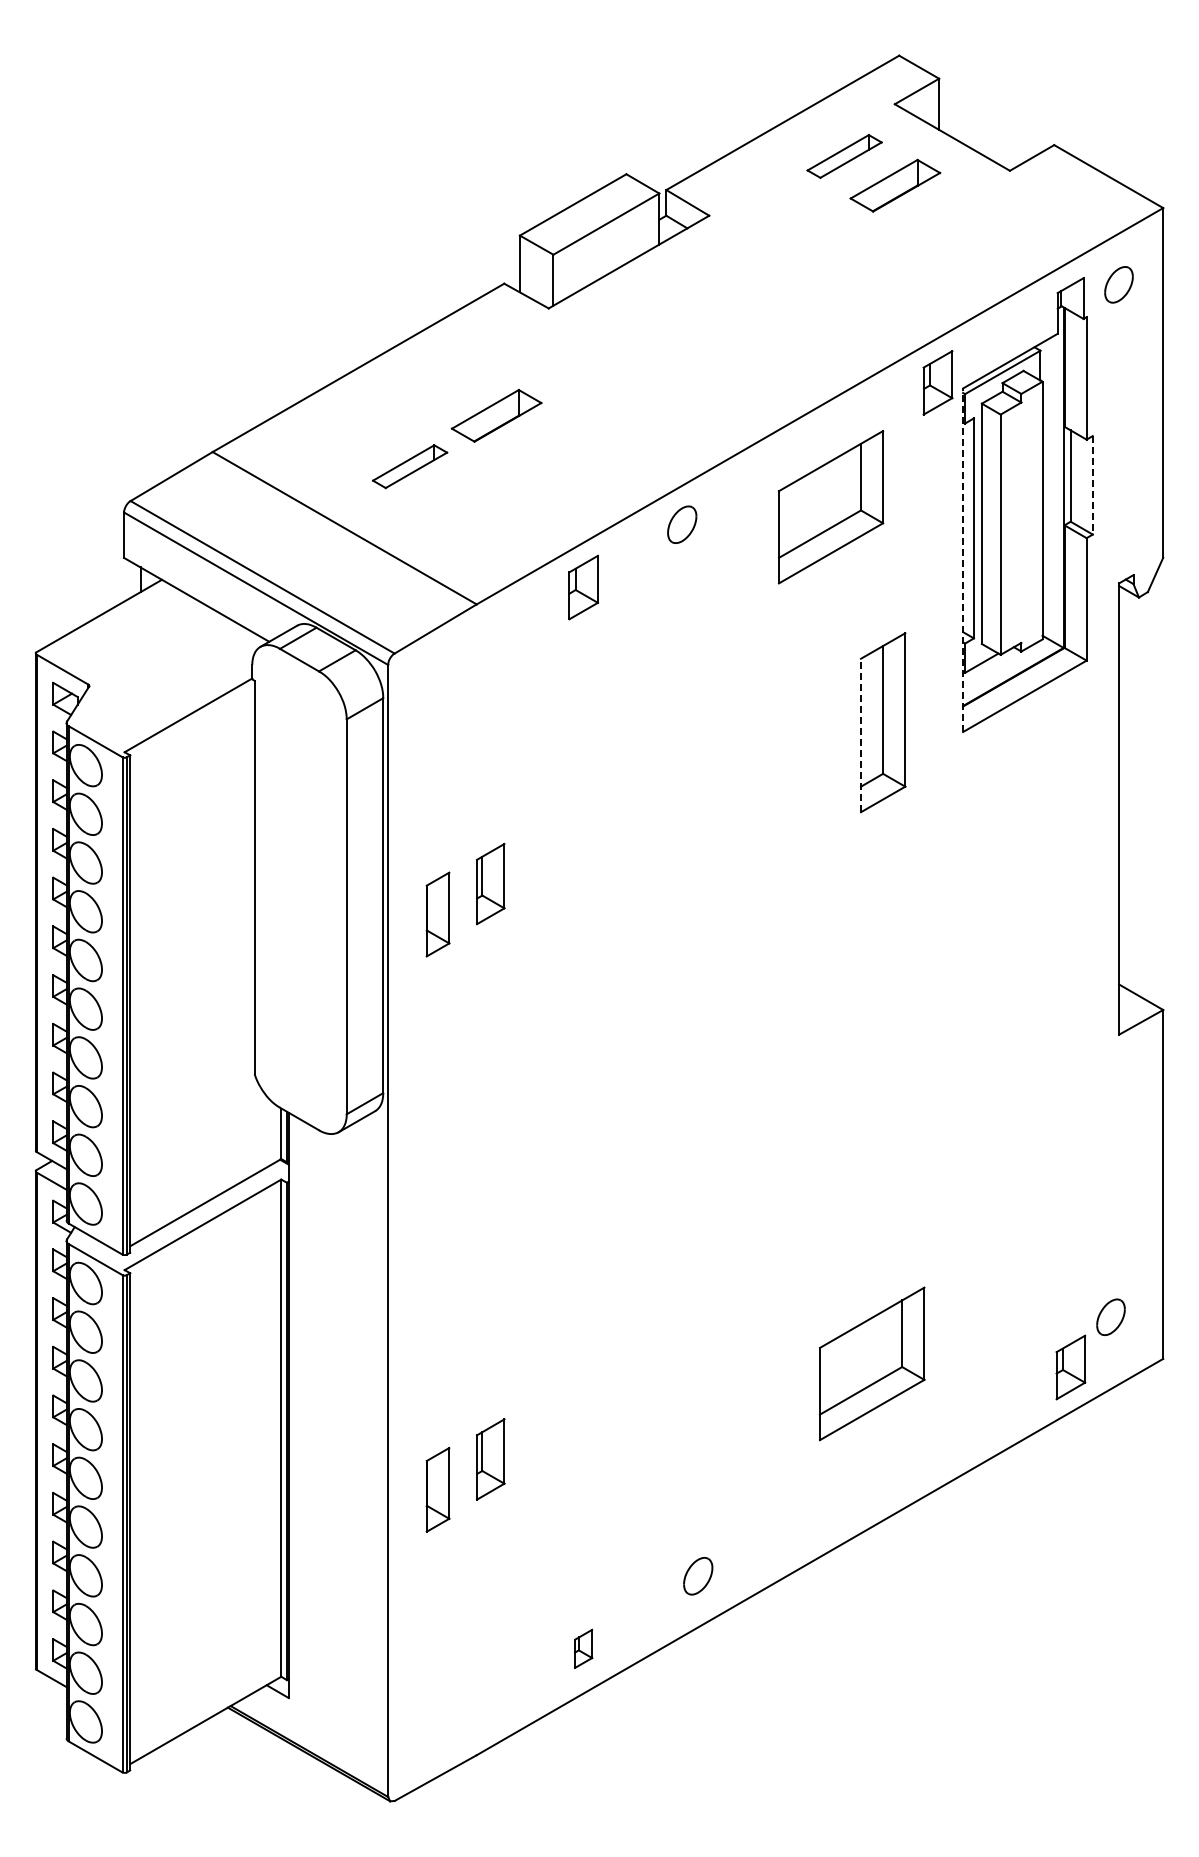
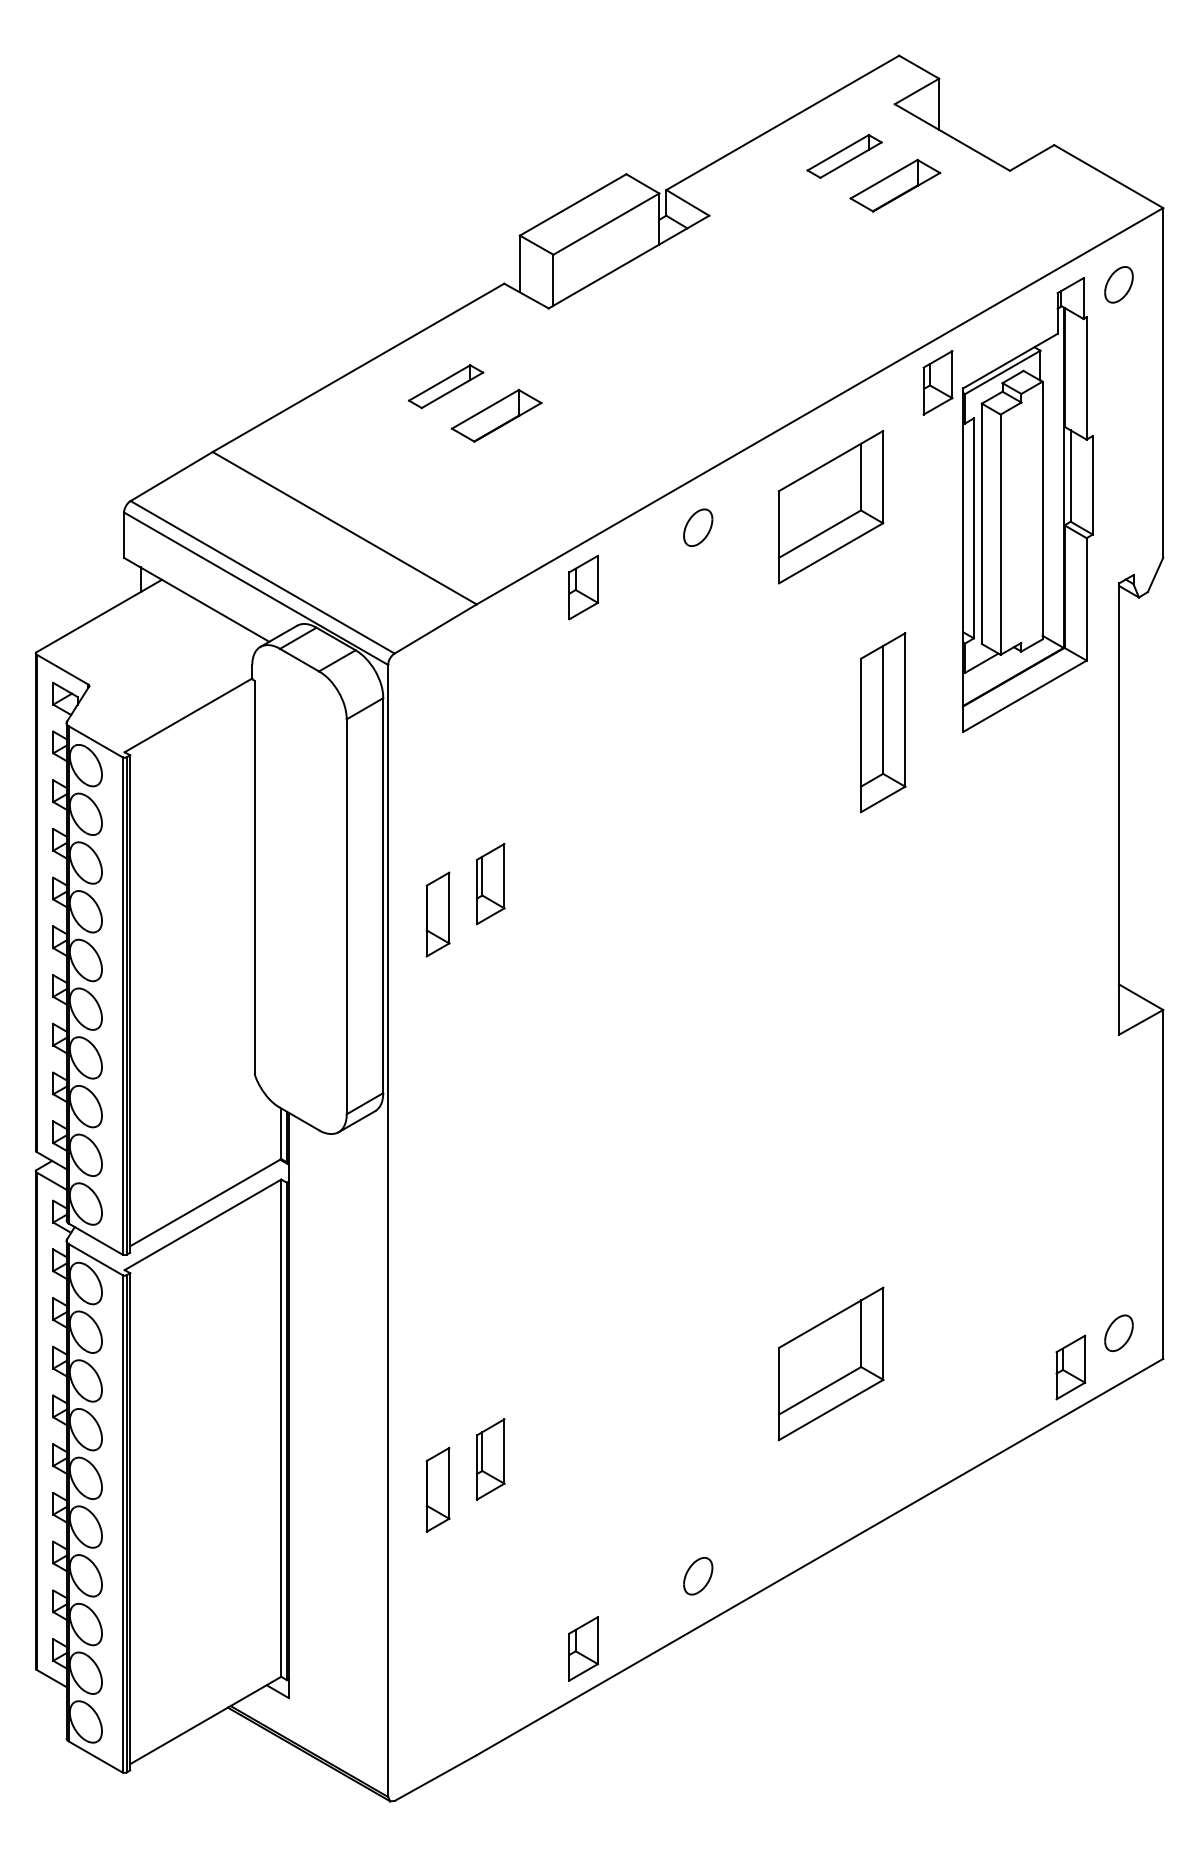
part at (410, 466) position: (410, 466) -> (446, 386)
line at (1092, 485): dashed -> solid
part at (682, 524) position: (682, 524) -> (698, 527)
line at (963, 560): dashed -> solid
line at (861, 735): dashed -> solid
part at (1110, 1316) position: (1110, 1316) -> (1118, 1332)
part at (871, 1363) position: (871, 1363) -> (830, 1363)
part at (583, 1648) size: 20x41 px -> 31x66 px
